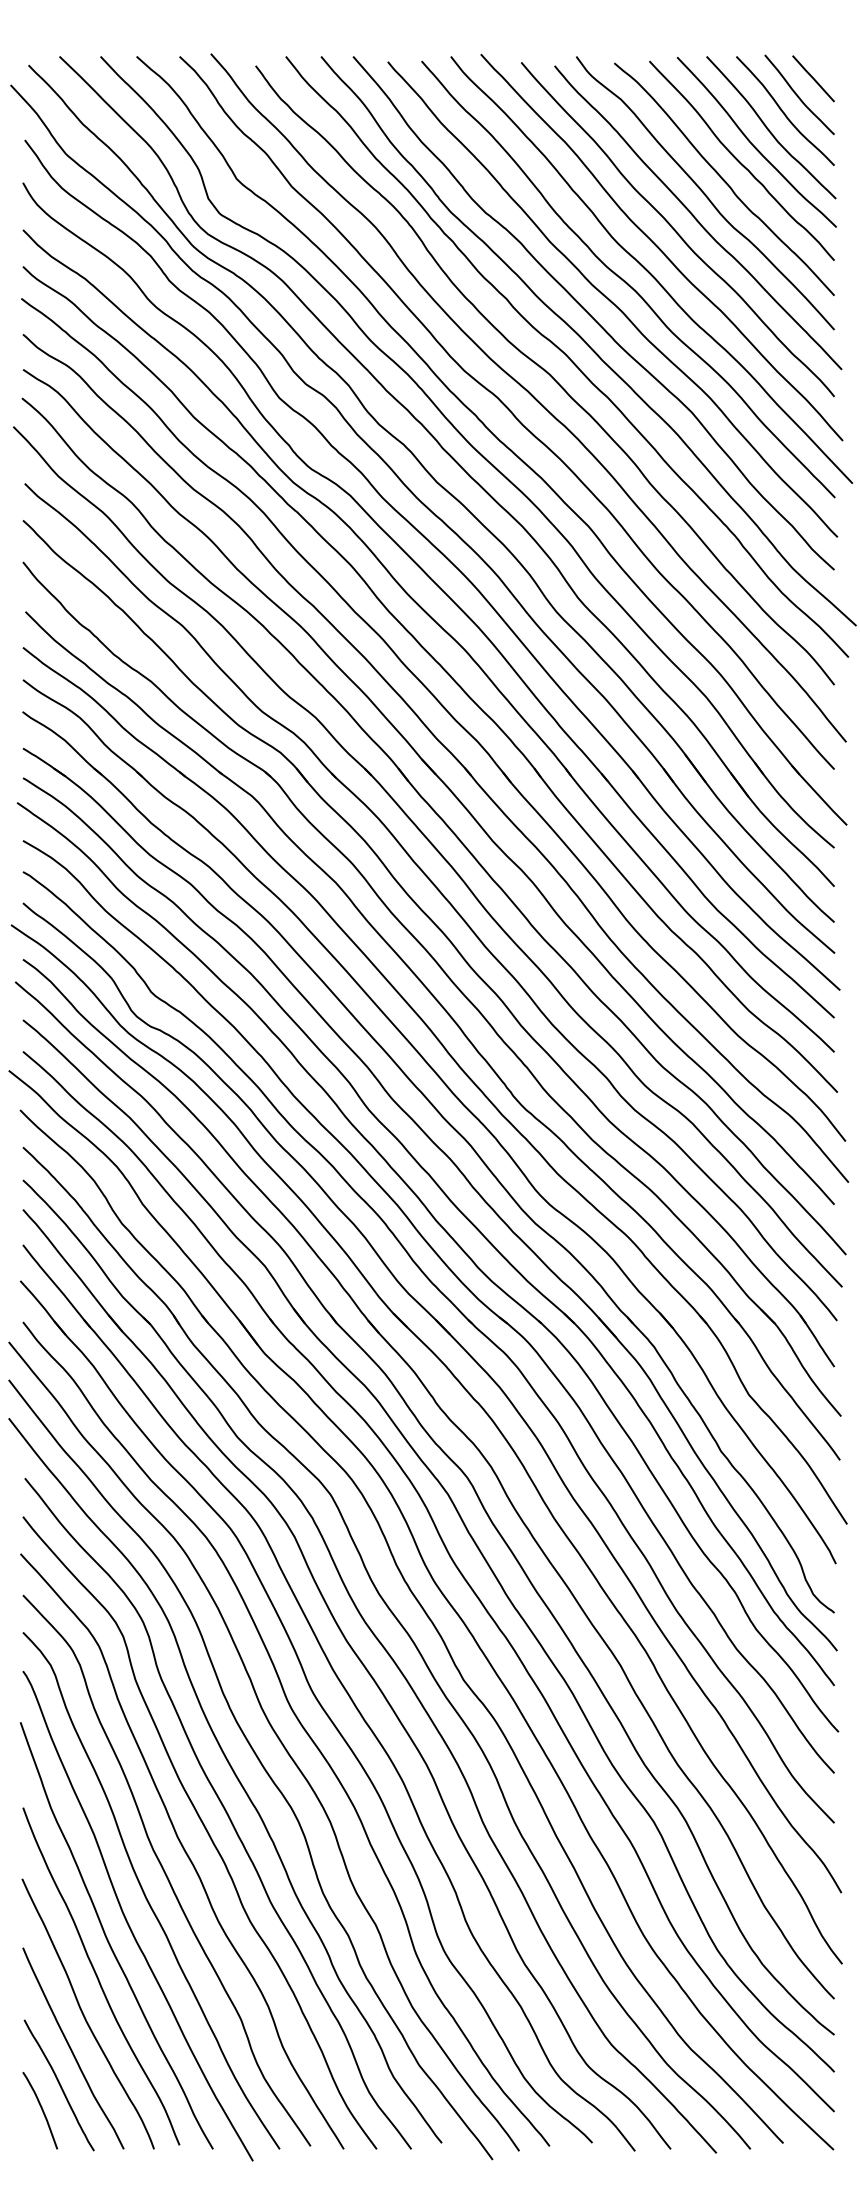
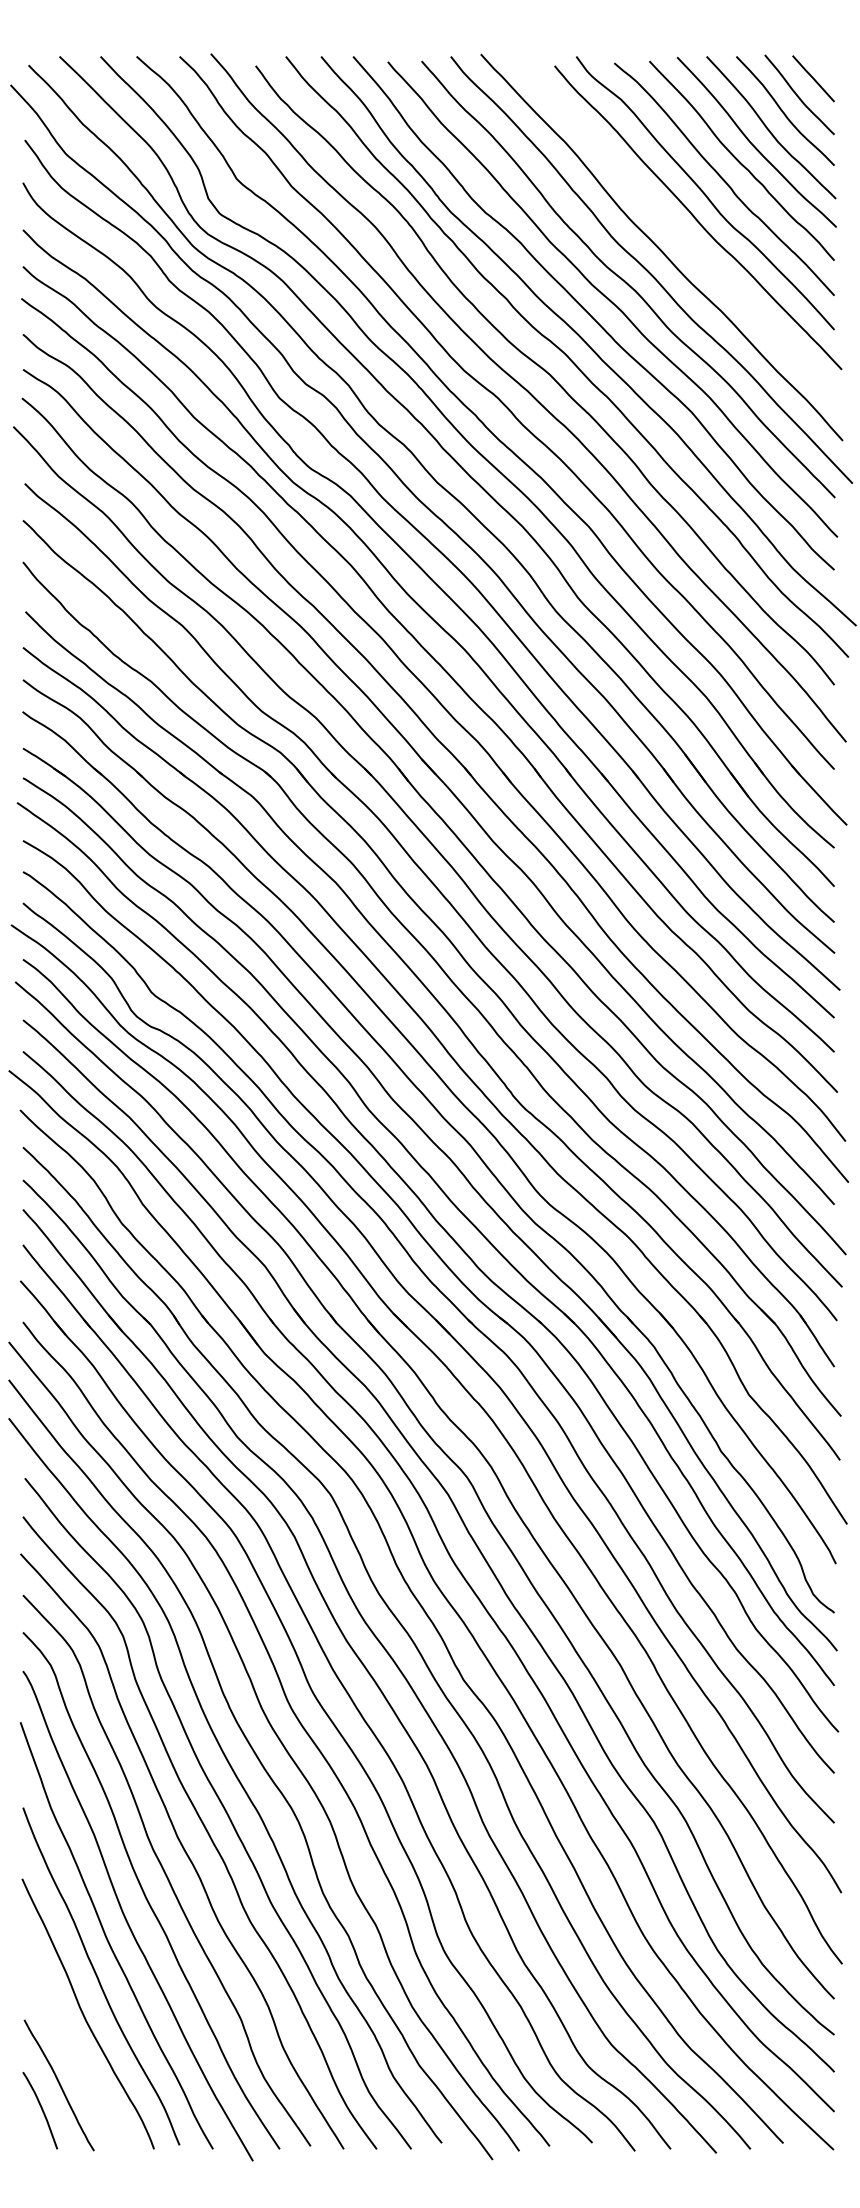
curve at (676, 230): present -> none
curve at (71, 2048): present -> none
